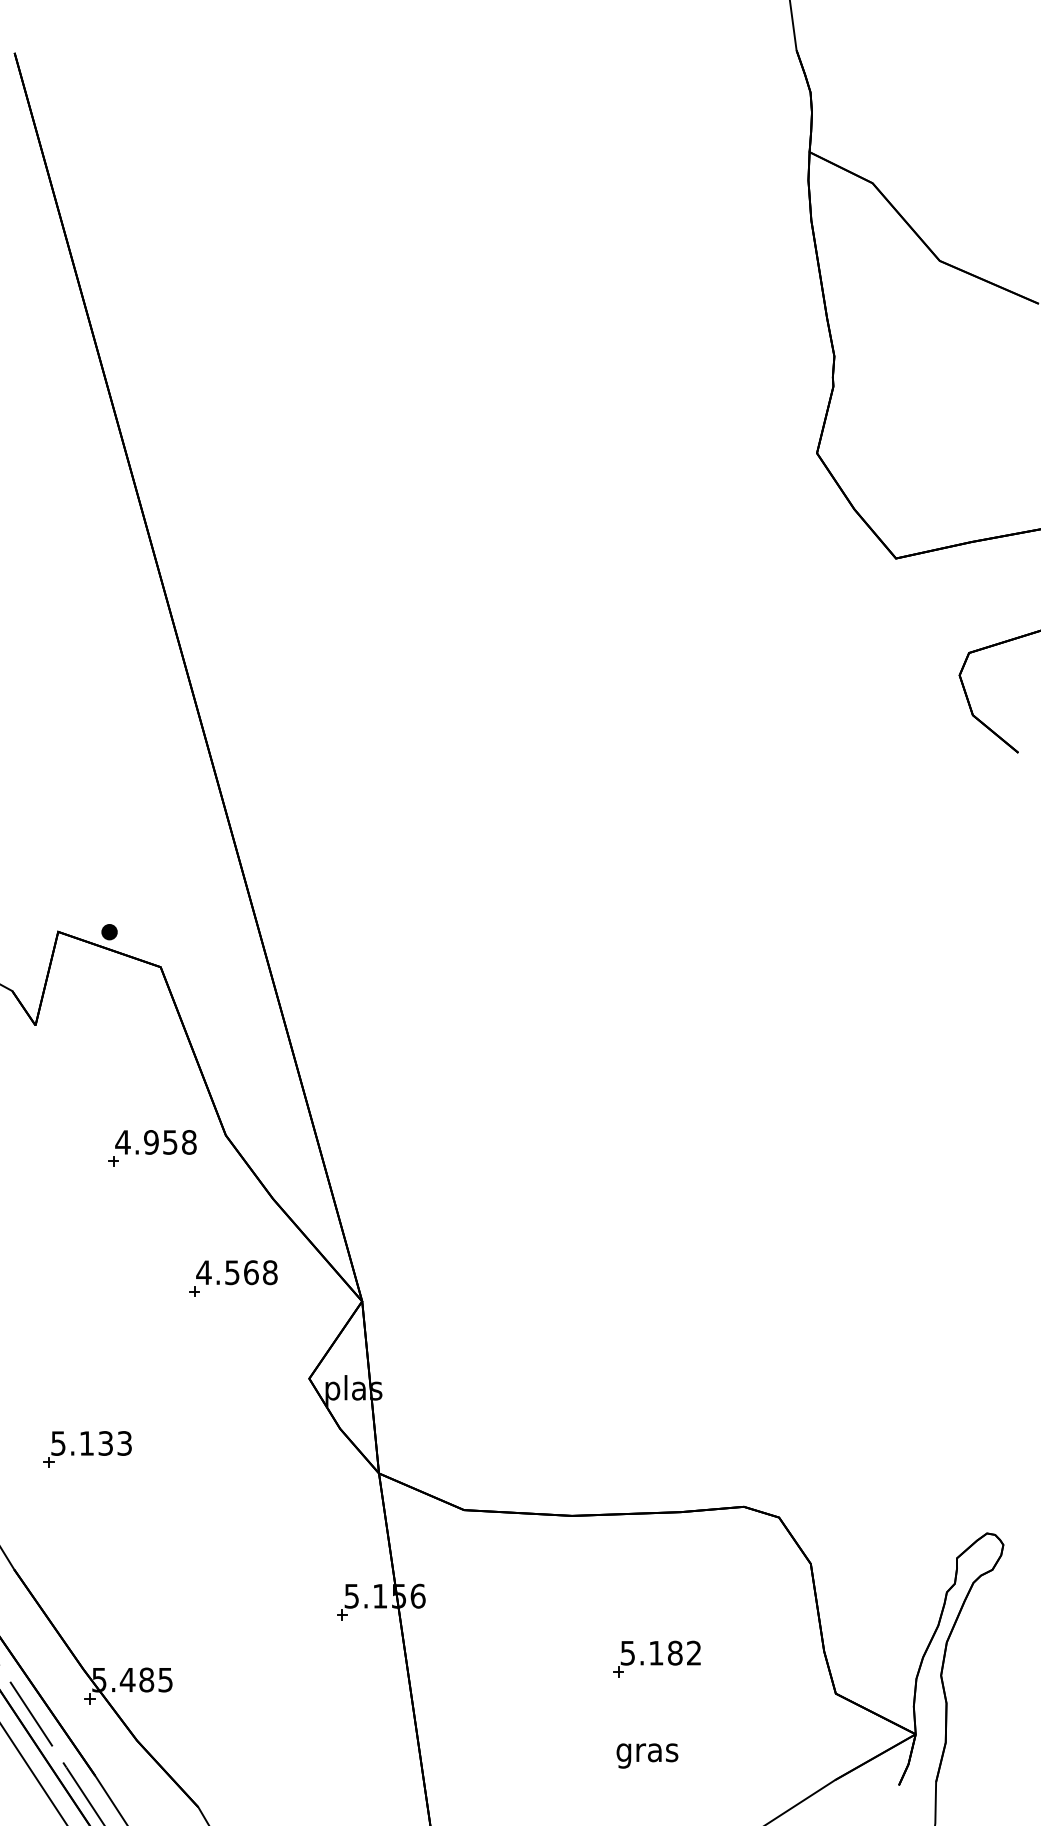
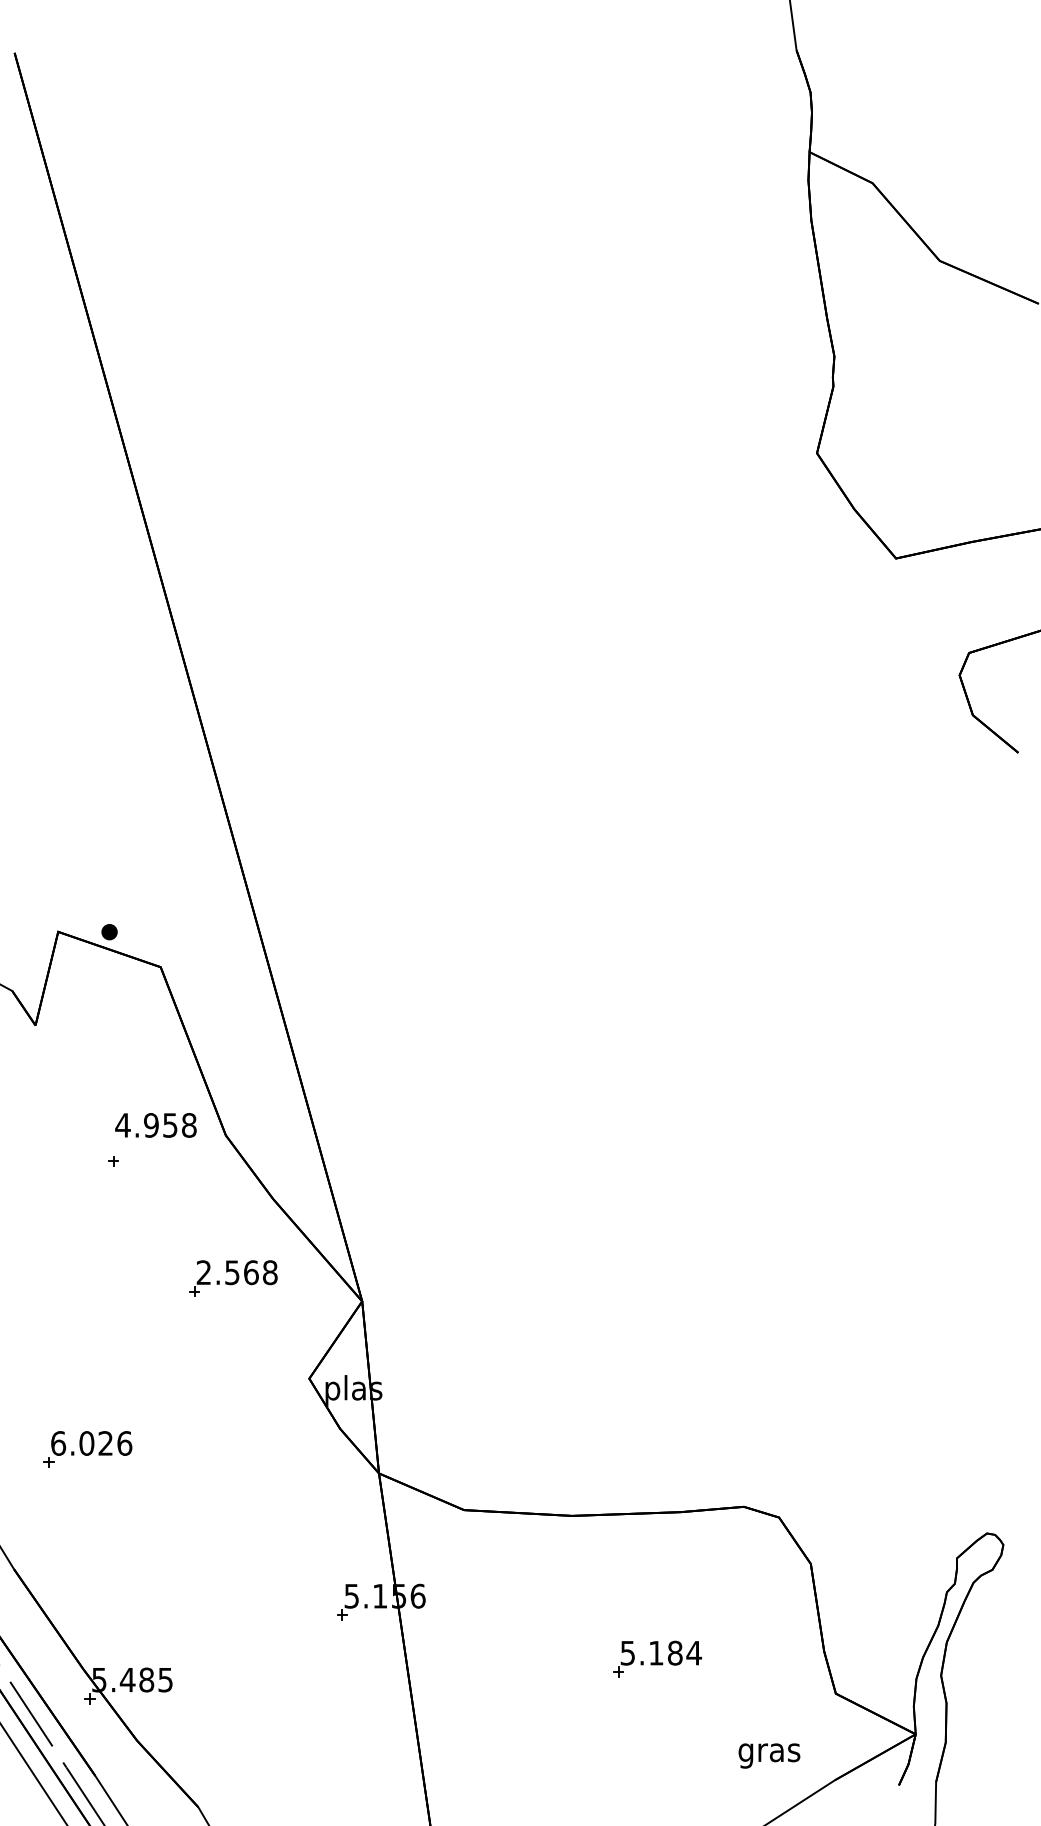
text at (155, 1142) position: (155, 1142) -> (155, 1125)
text at (203, 1272): 4.568 -> 2.568
text at (91, 1443): 5.133 -> 6.026
text at (693, 1652): 5.182 -> 5.184
text at (647, 1755) position: (647, 1755) -> (769, 1755)
